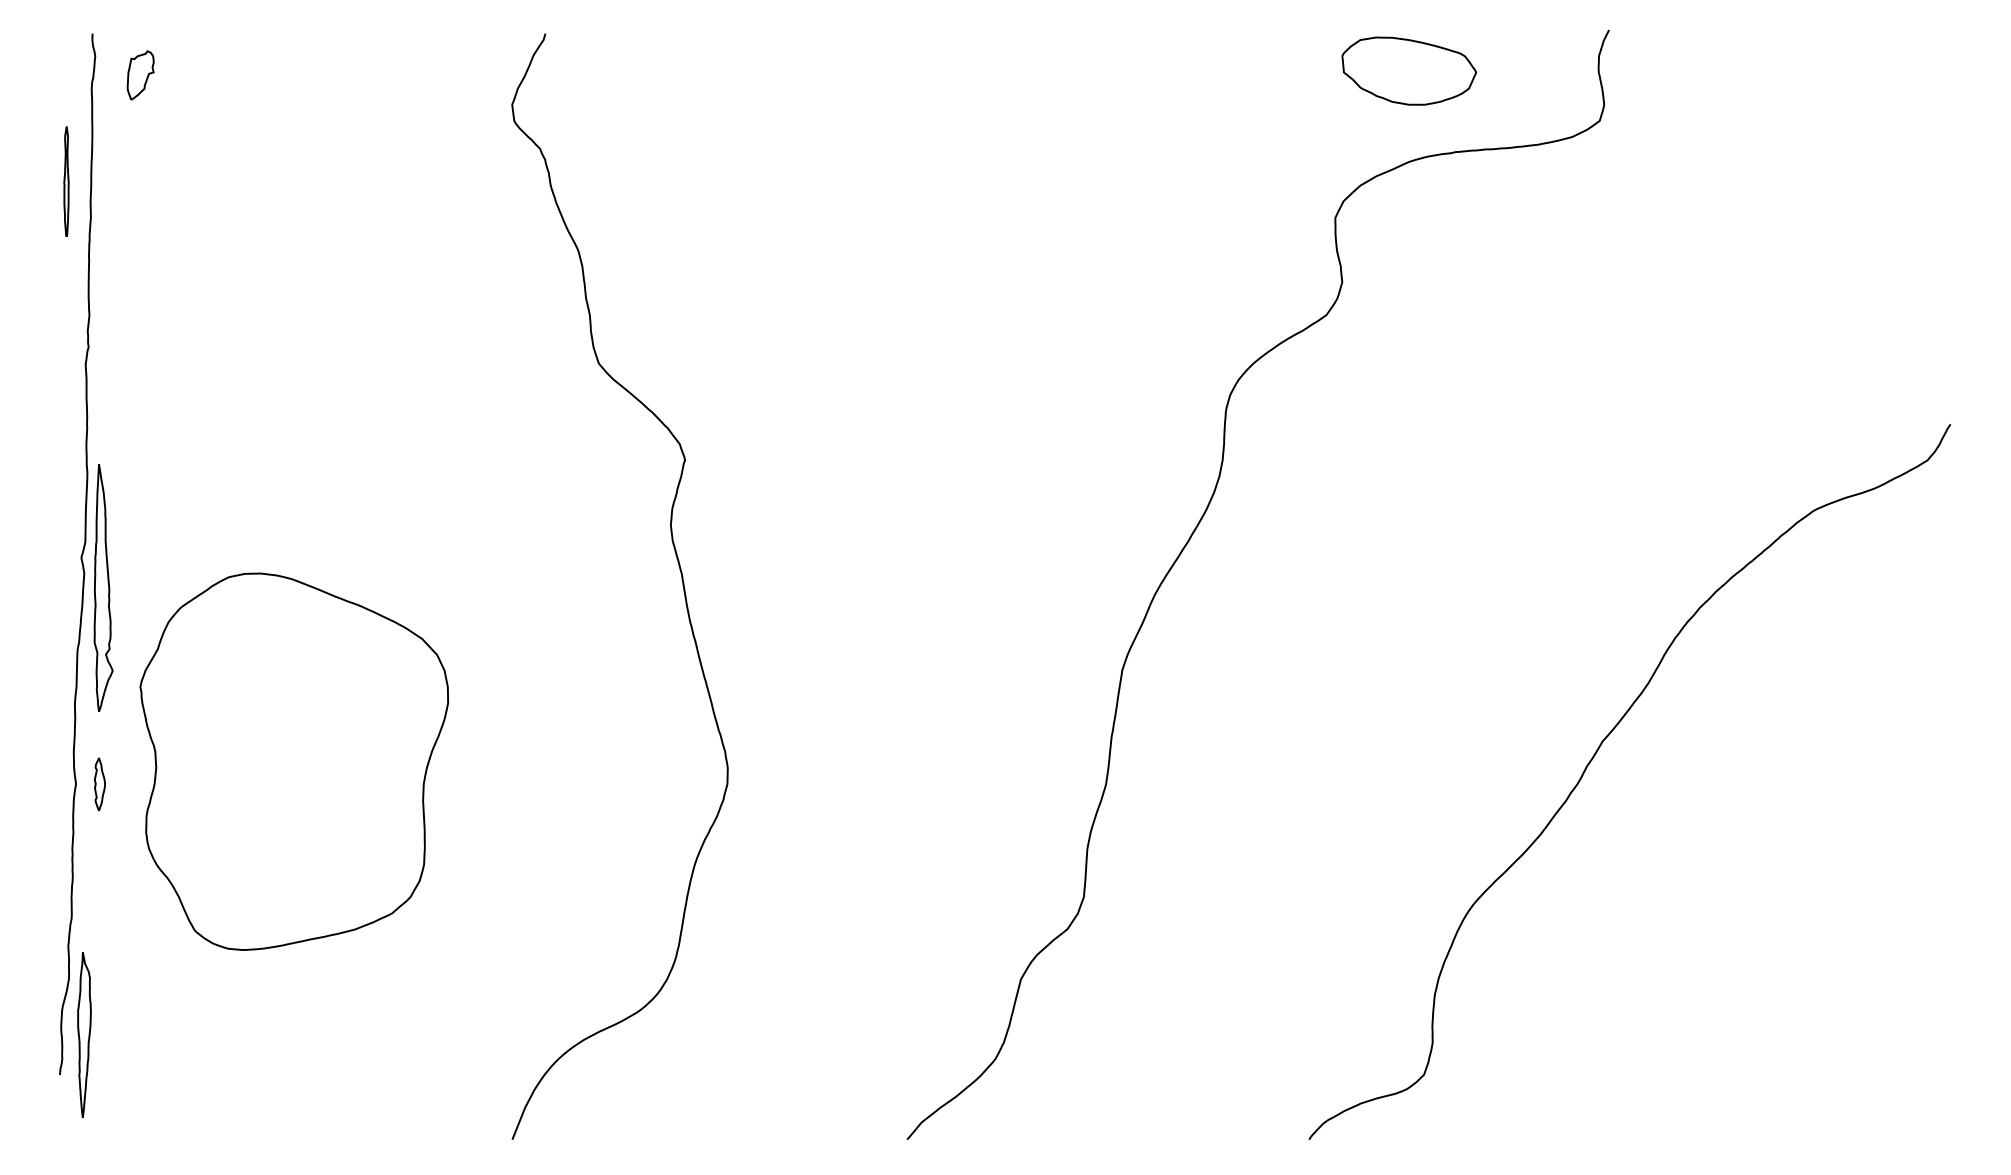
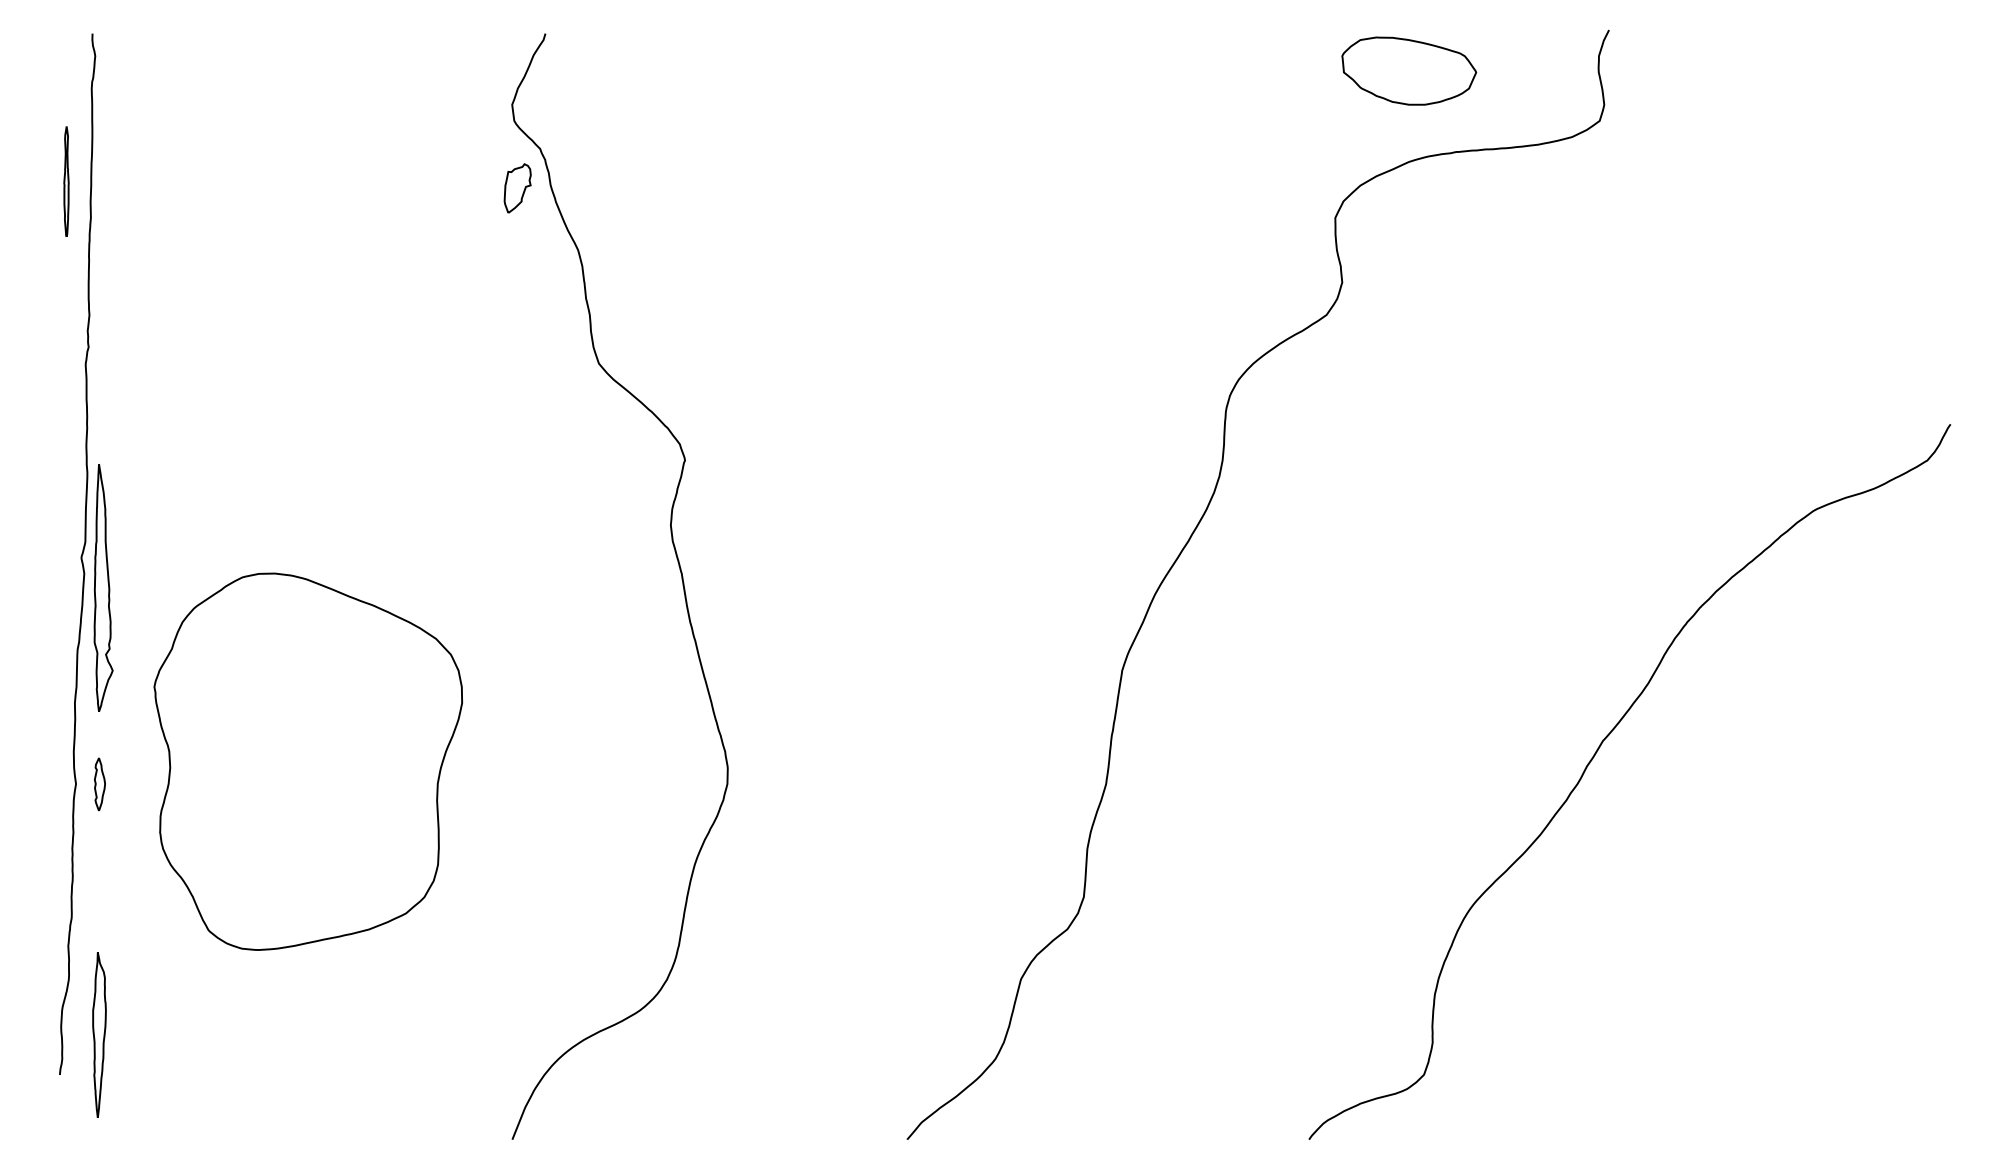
part at (140, 75) position: (140, 75) -> (517, 188)
part at (293, 761) position: (293, 761) -> (307, 761)
part at (84, 1034) position: (84, 1034) -> (99, 1034)
